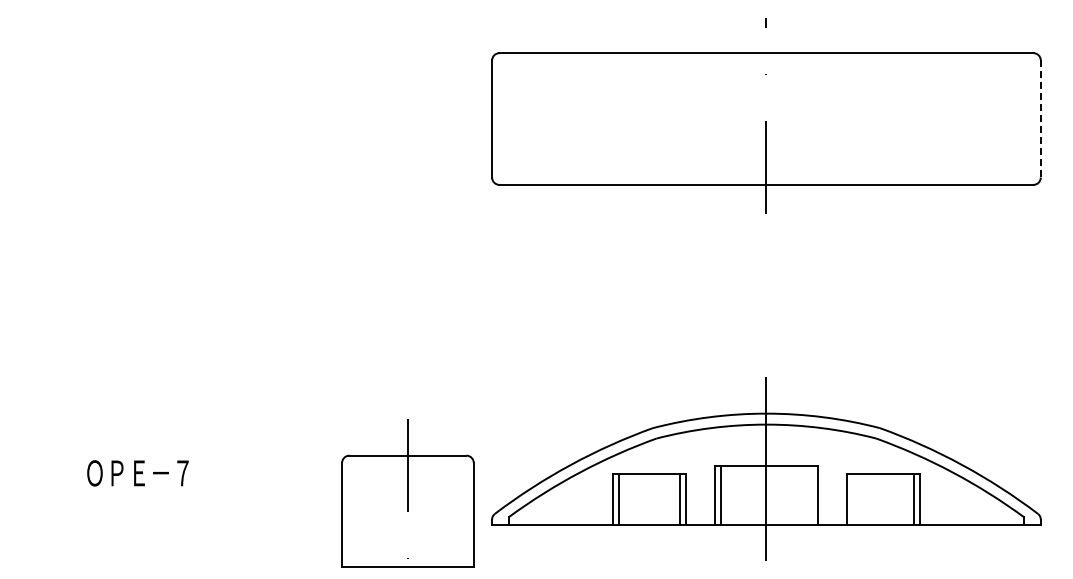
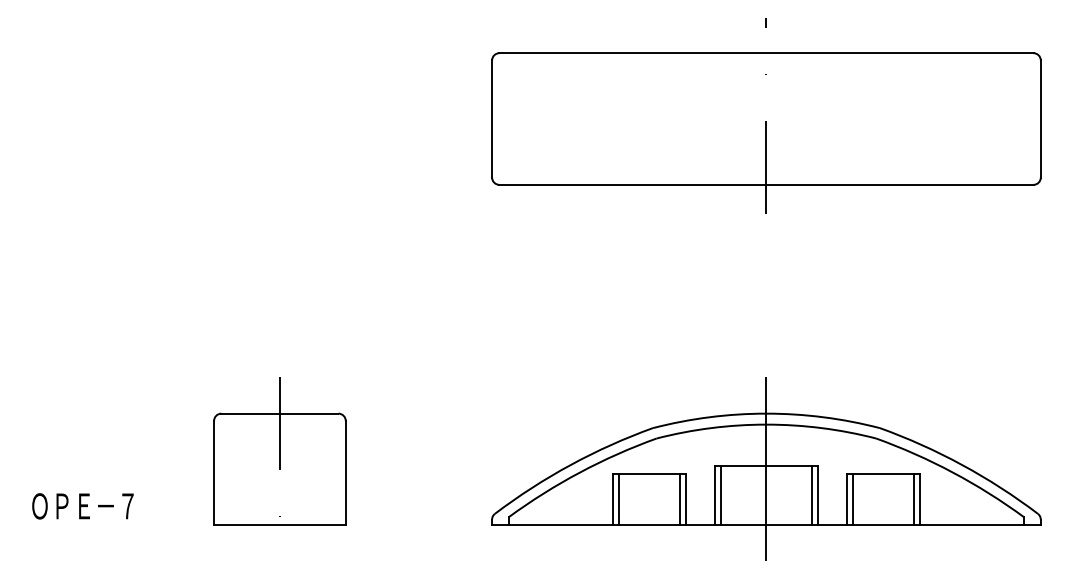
line at (1040, 119): dashed -> solid
text at (137, 473) position: (137, 473) -> (82, 506)
part at (407, 493) position: (407, 493) -> (279, 451)
line at (811, 495): none -> present
line at (853, 498): none -> present
